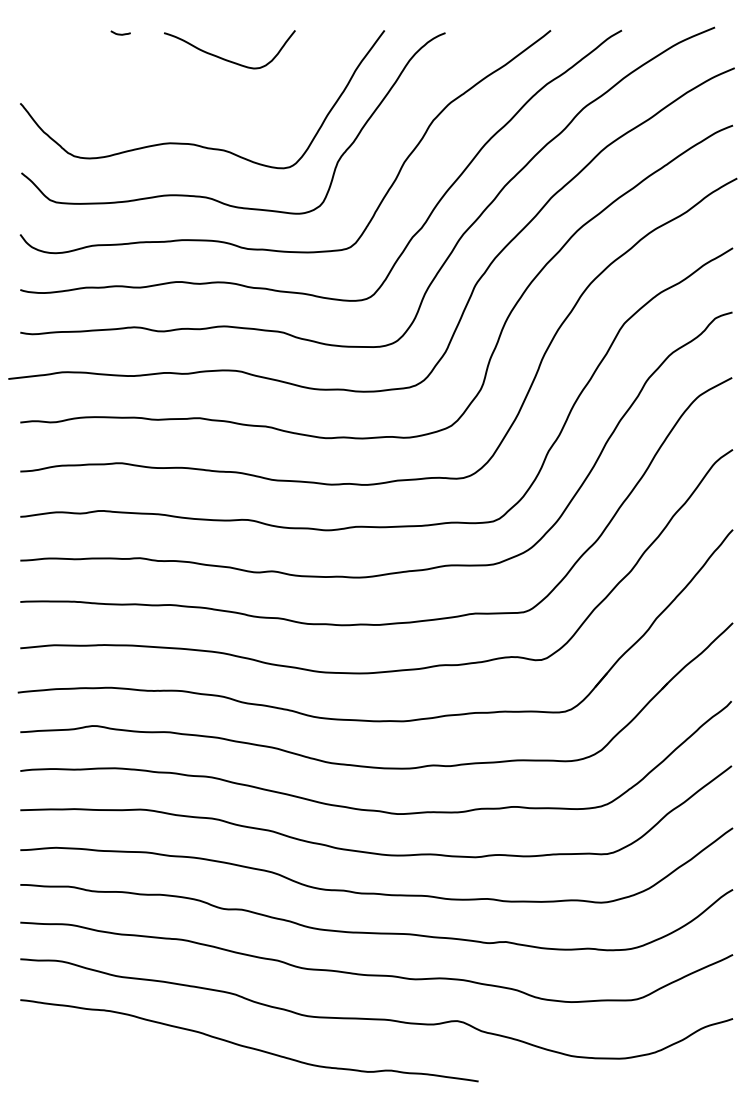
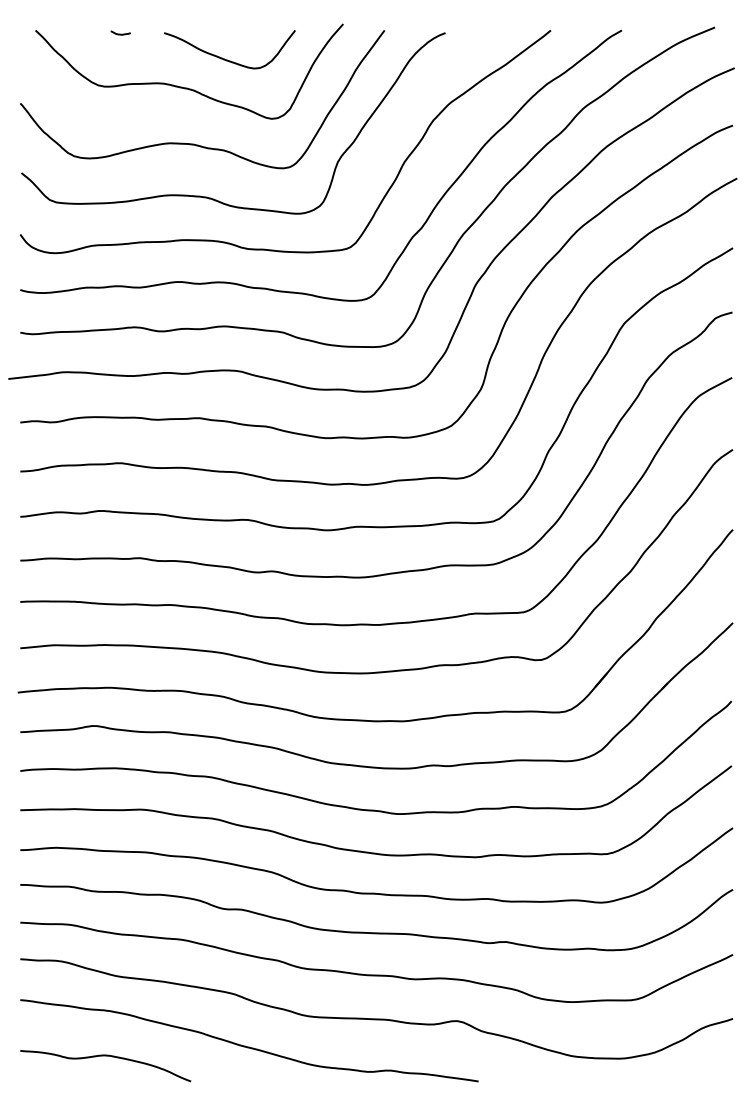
curve at (187, 87): none -> present
curve at (105, 1056): none -> present
